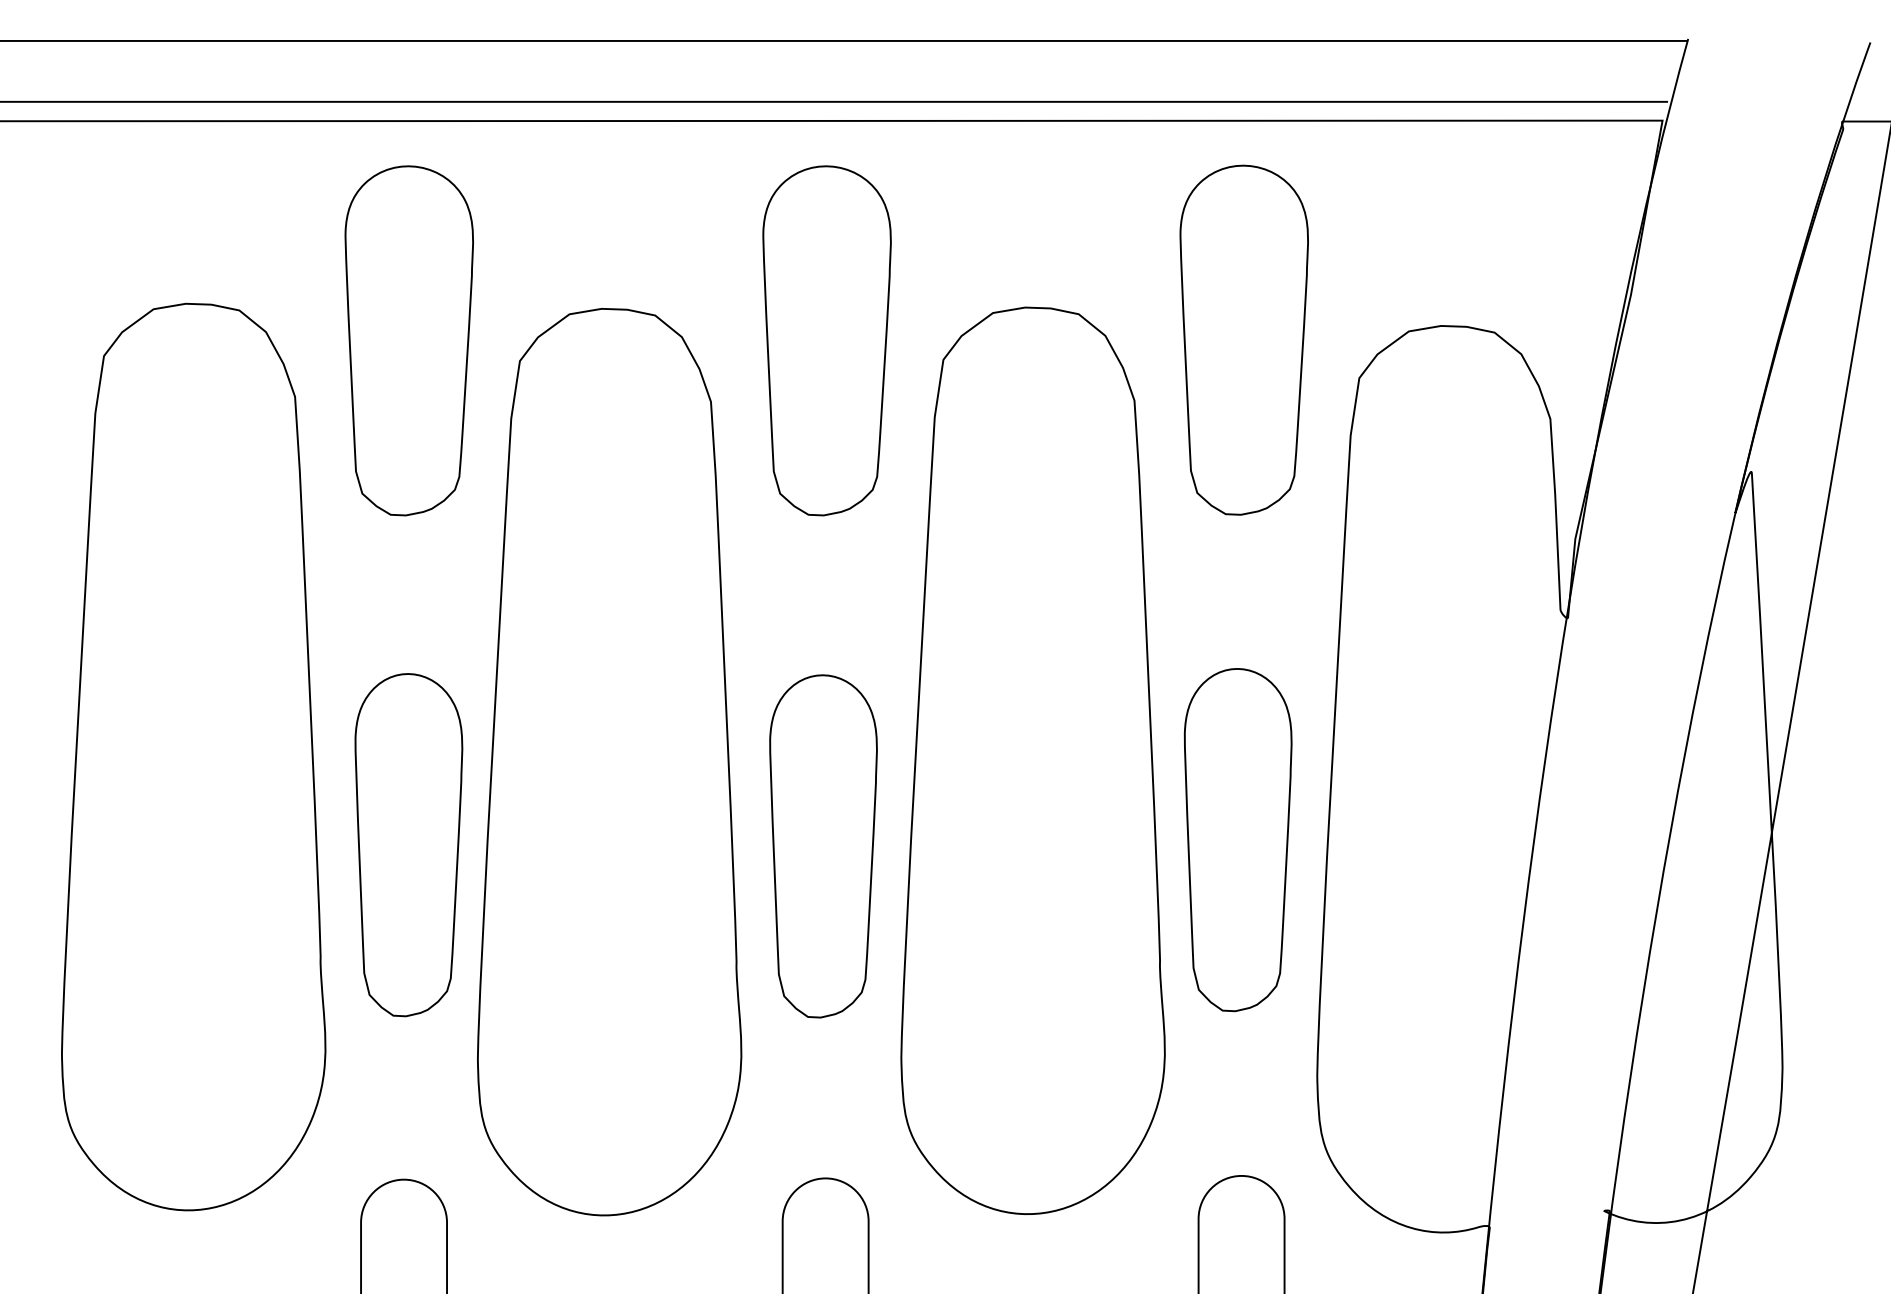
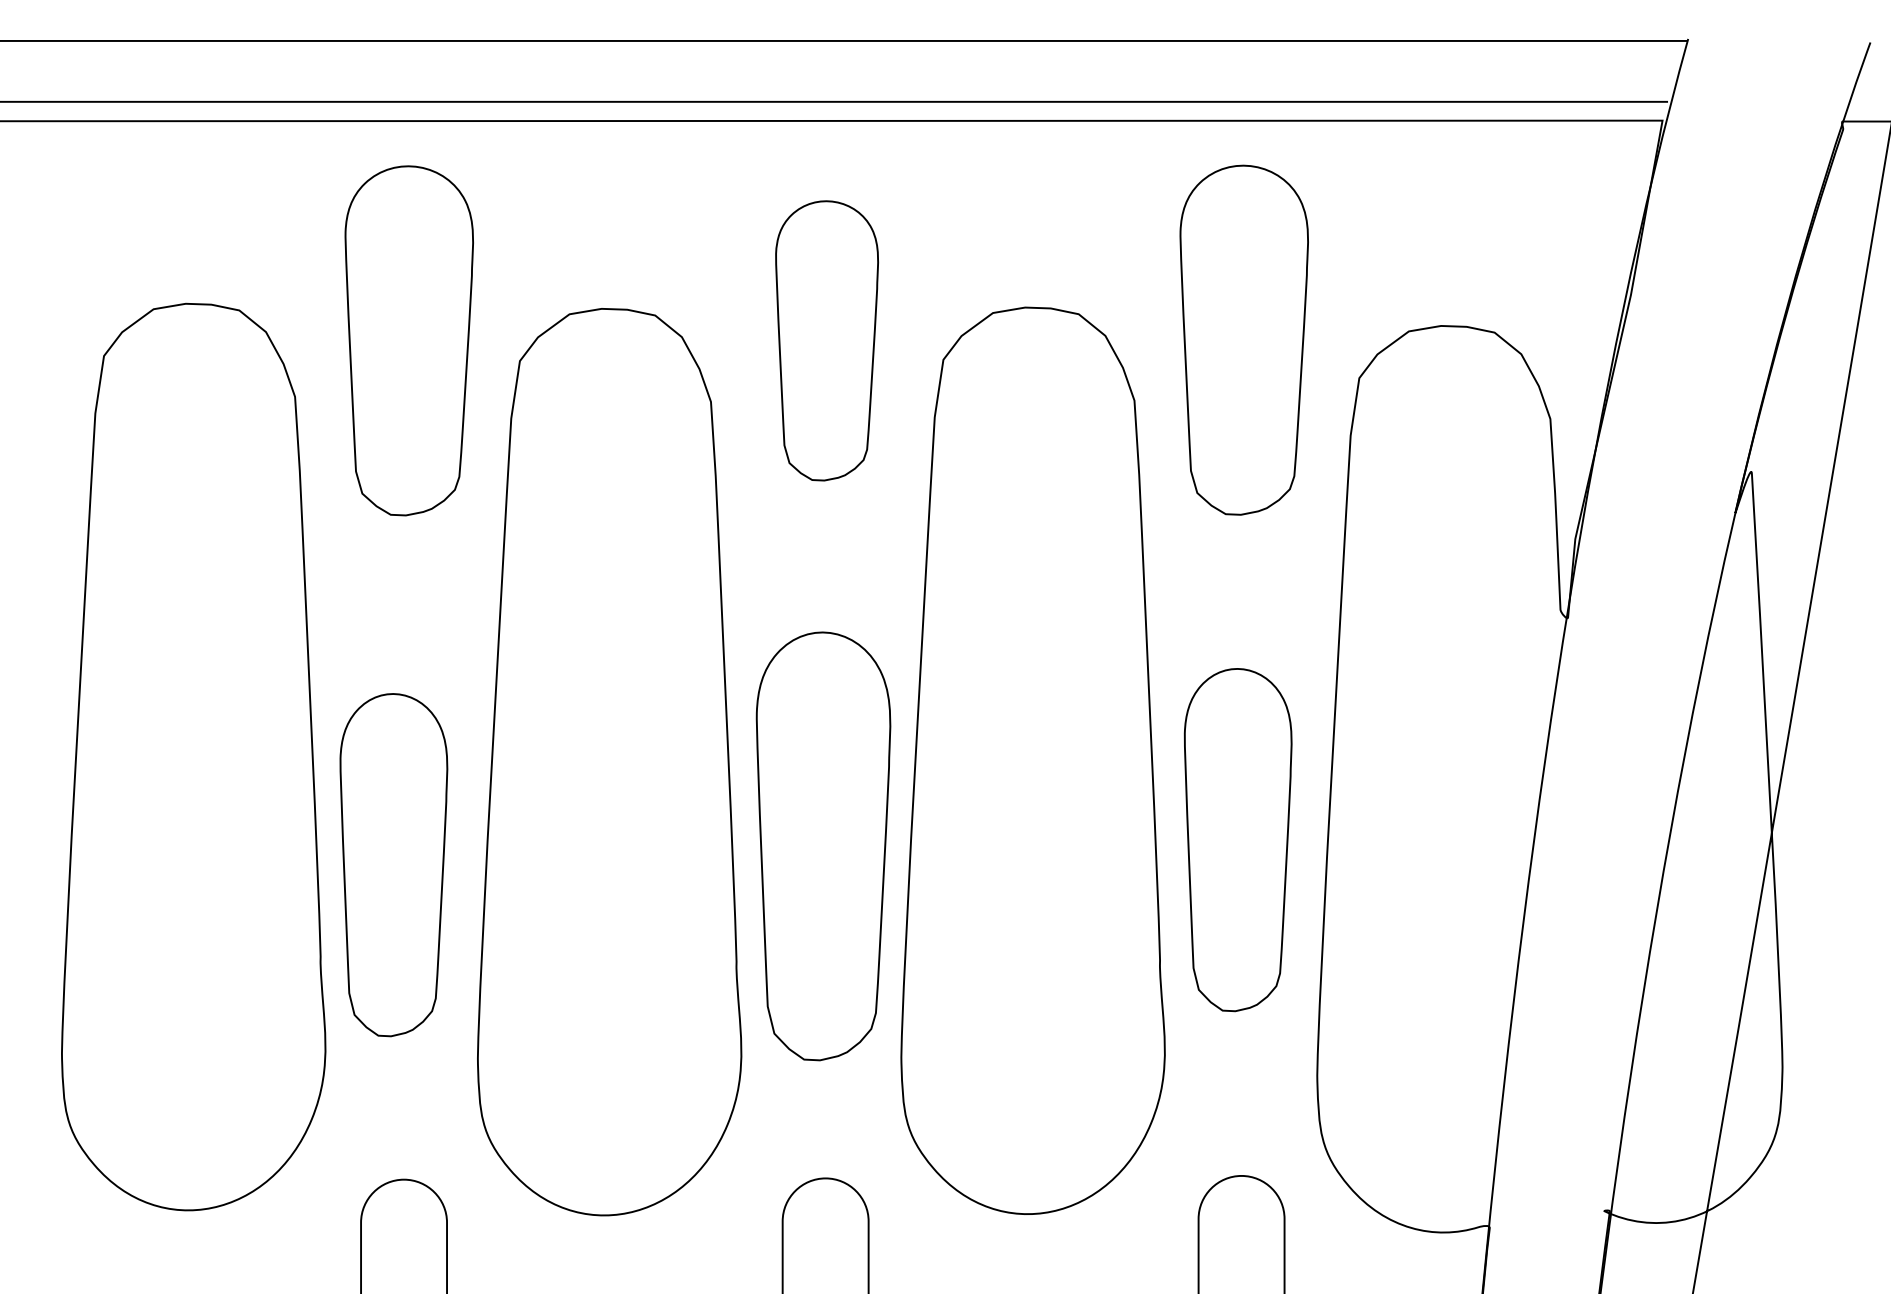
part at (826, 340) size: 130x352 px -> 104x282 px
part at (408, 845) position: (408, 845) -> (393, 865)
part at (823, 846) size: 109x345 px -> 137x431 px
